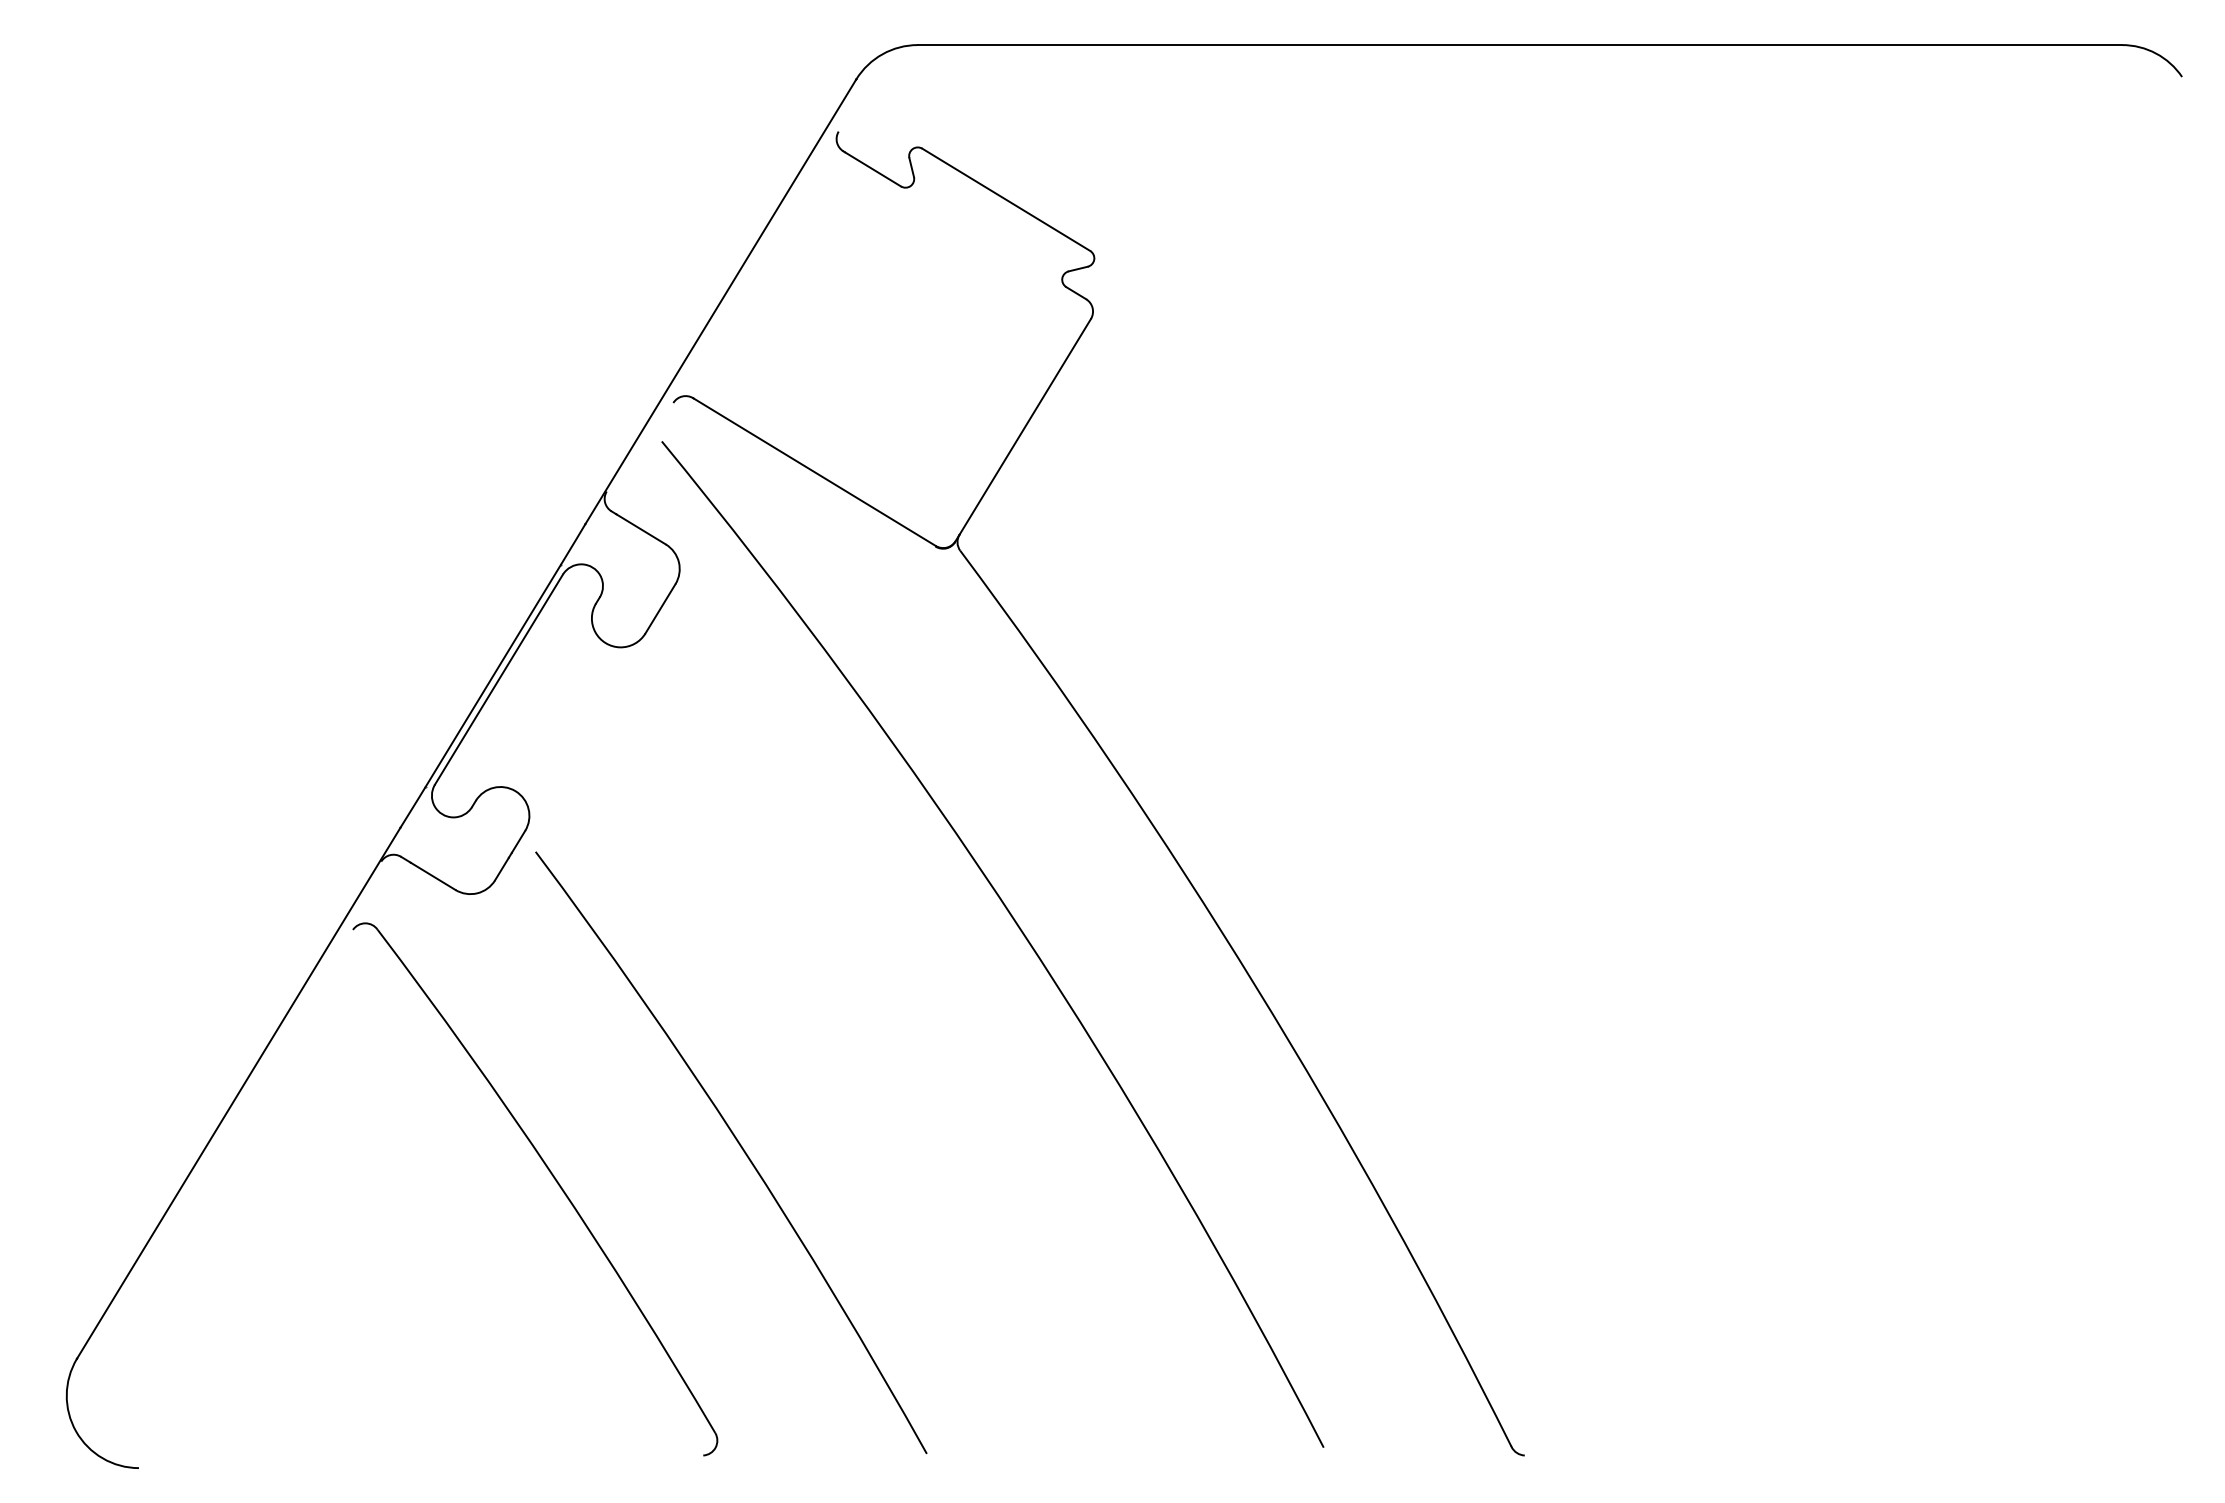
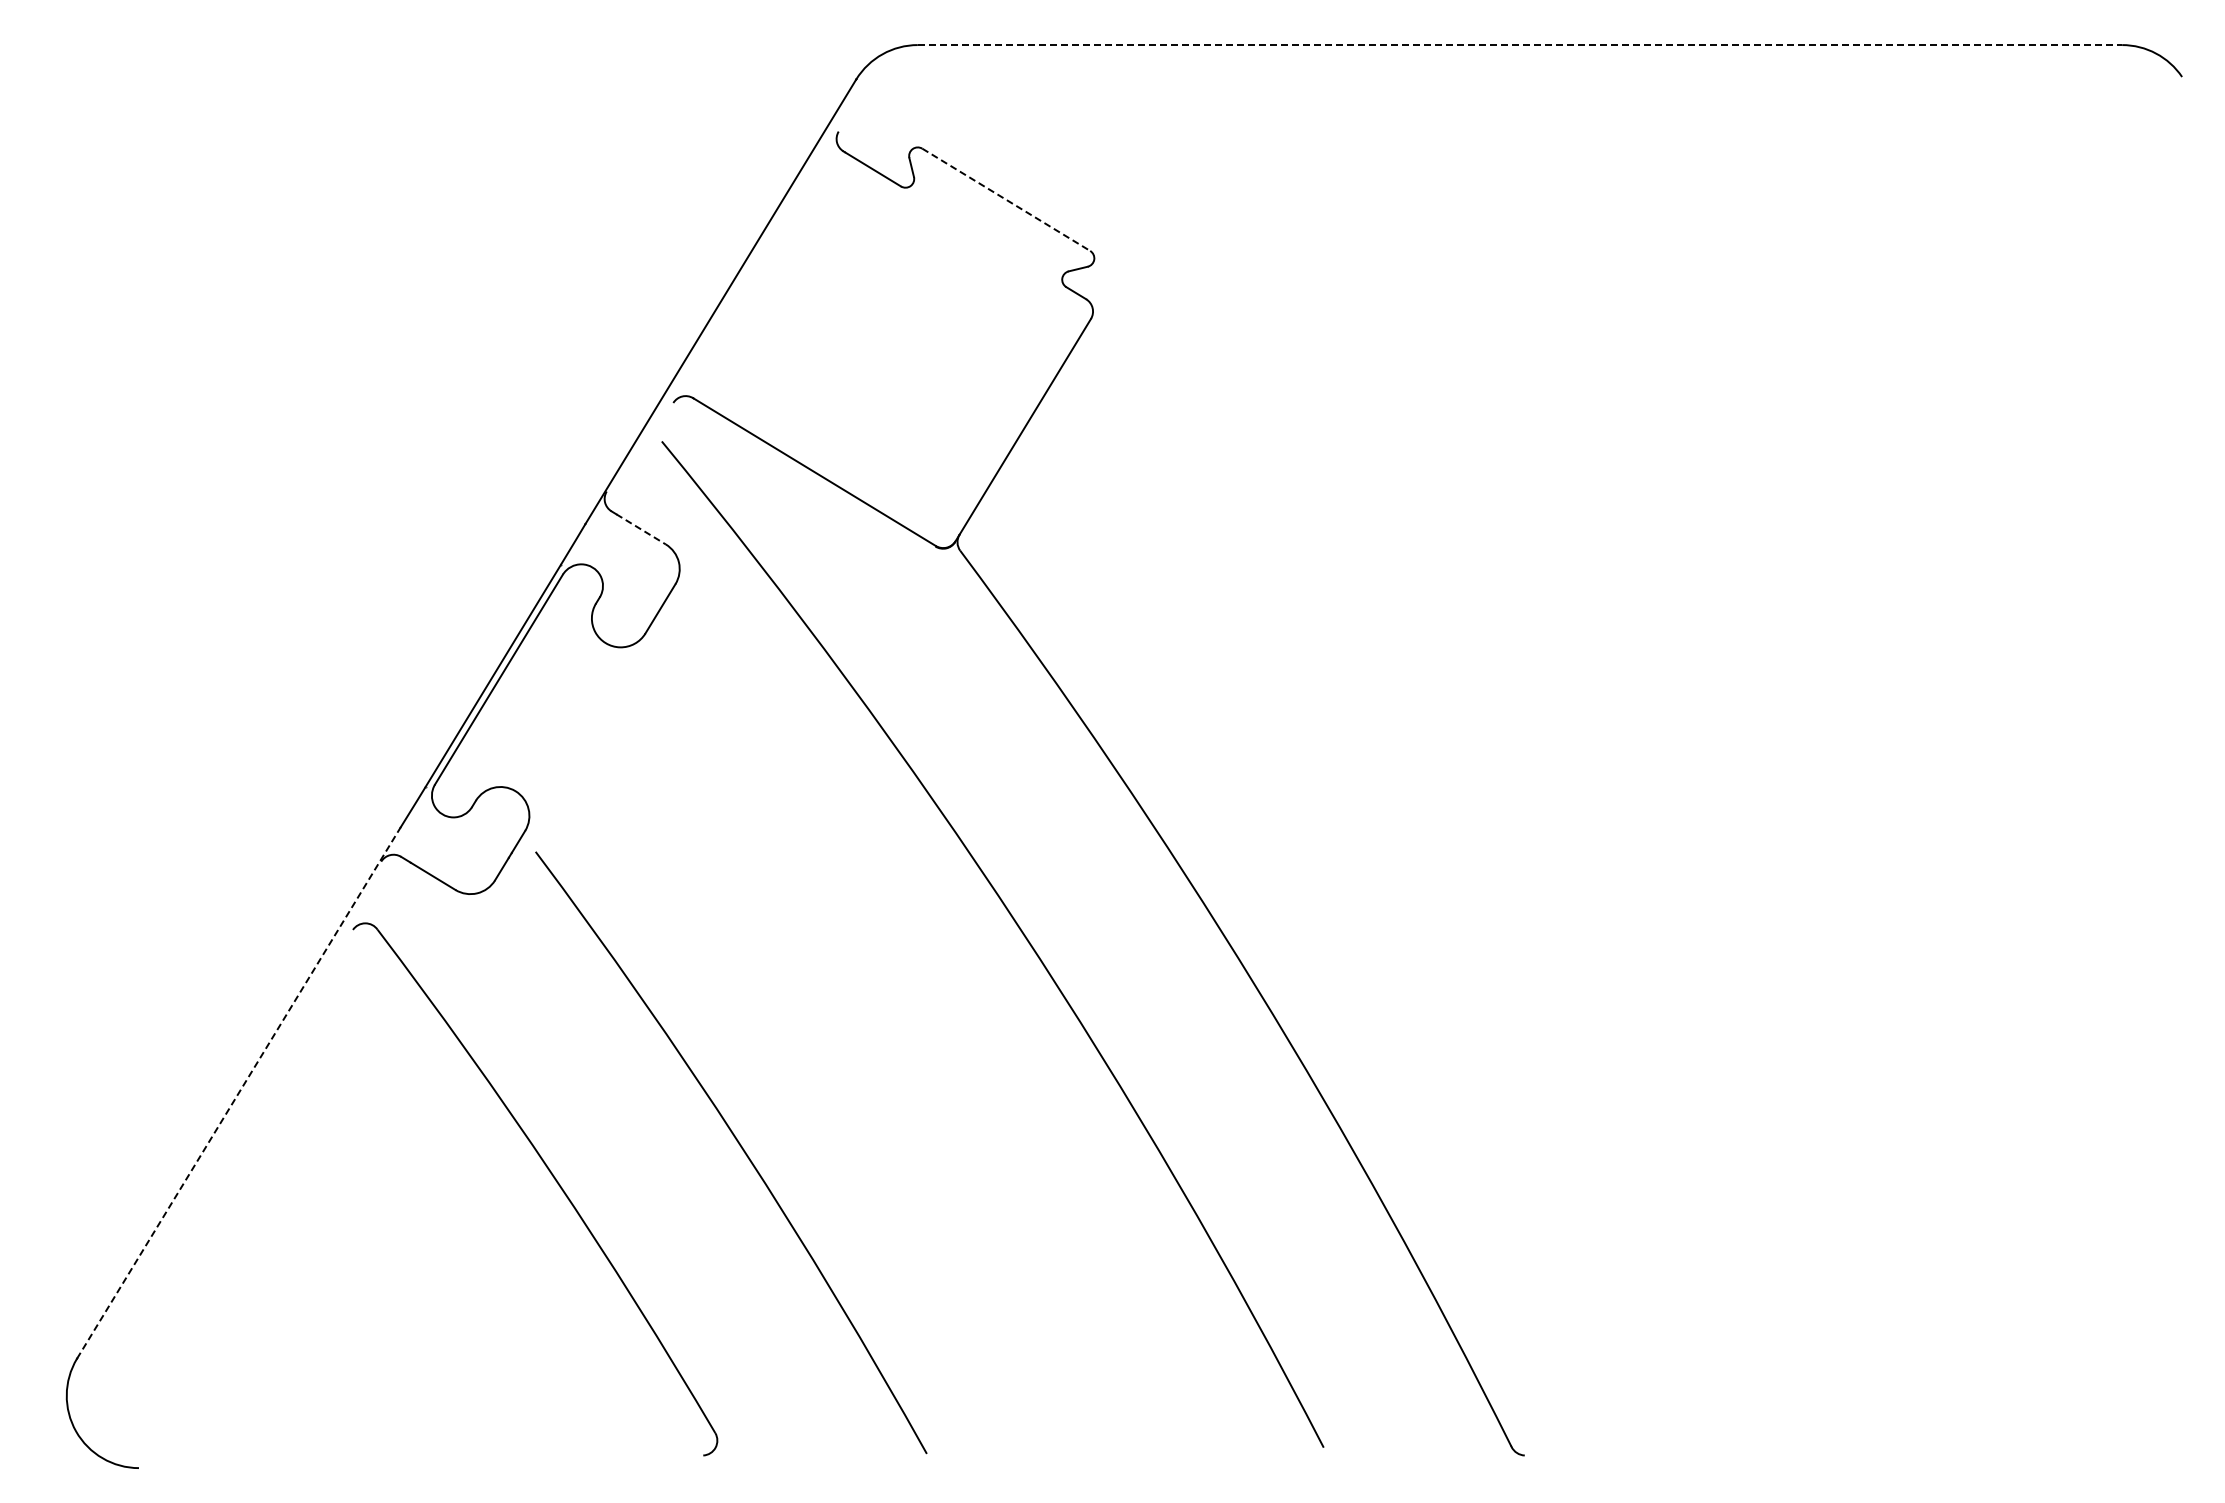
line at (1520, 45): solid -> dashed
line at (1006, 200): solid -> dashed
line at (641, 529): solid -> dashed
line at (238, 1093): solid -> dashed
